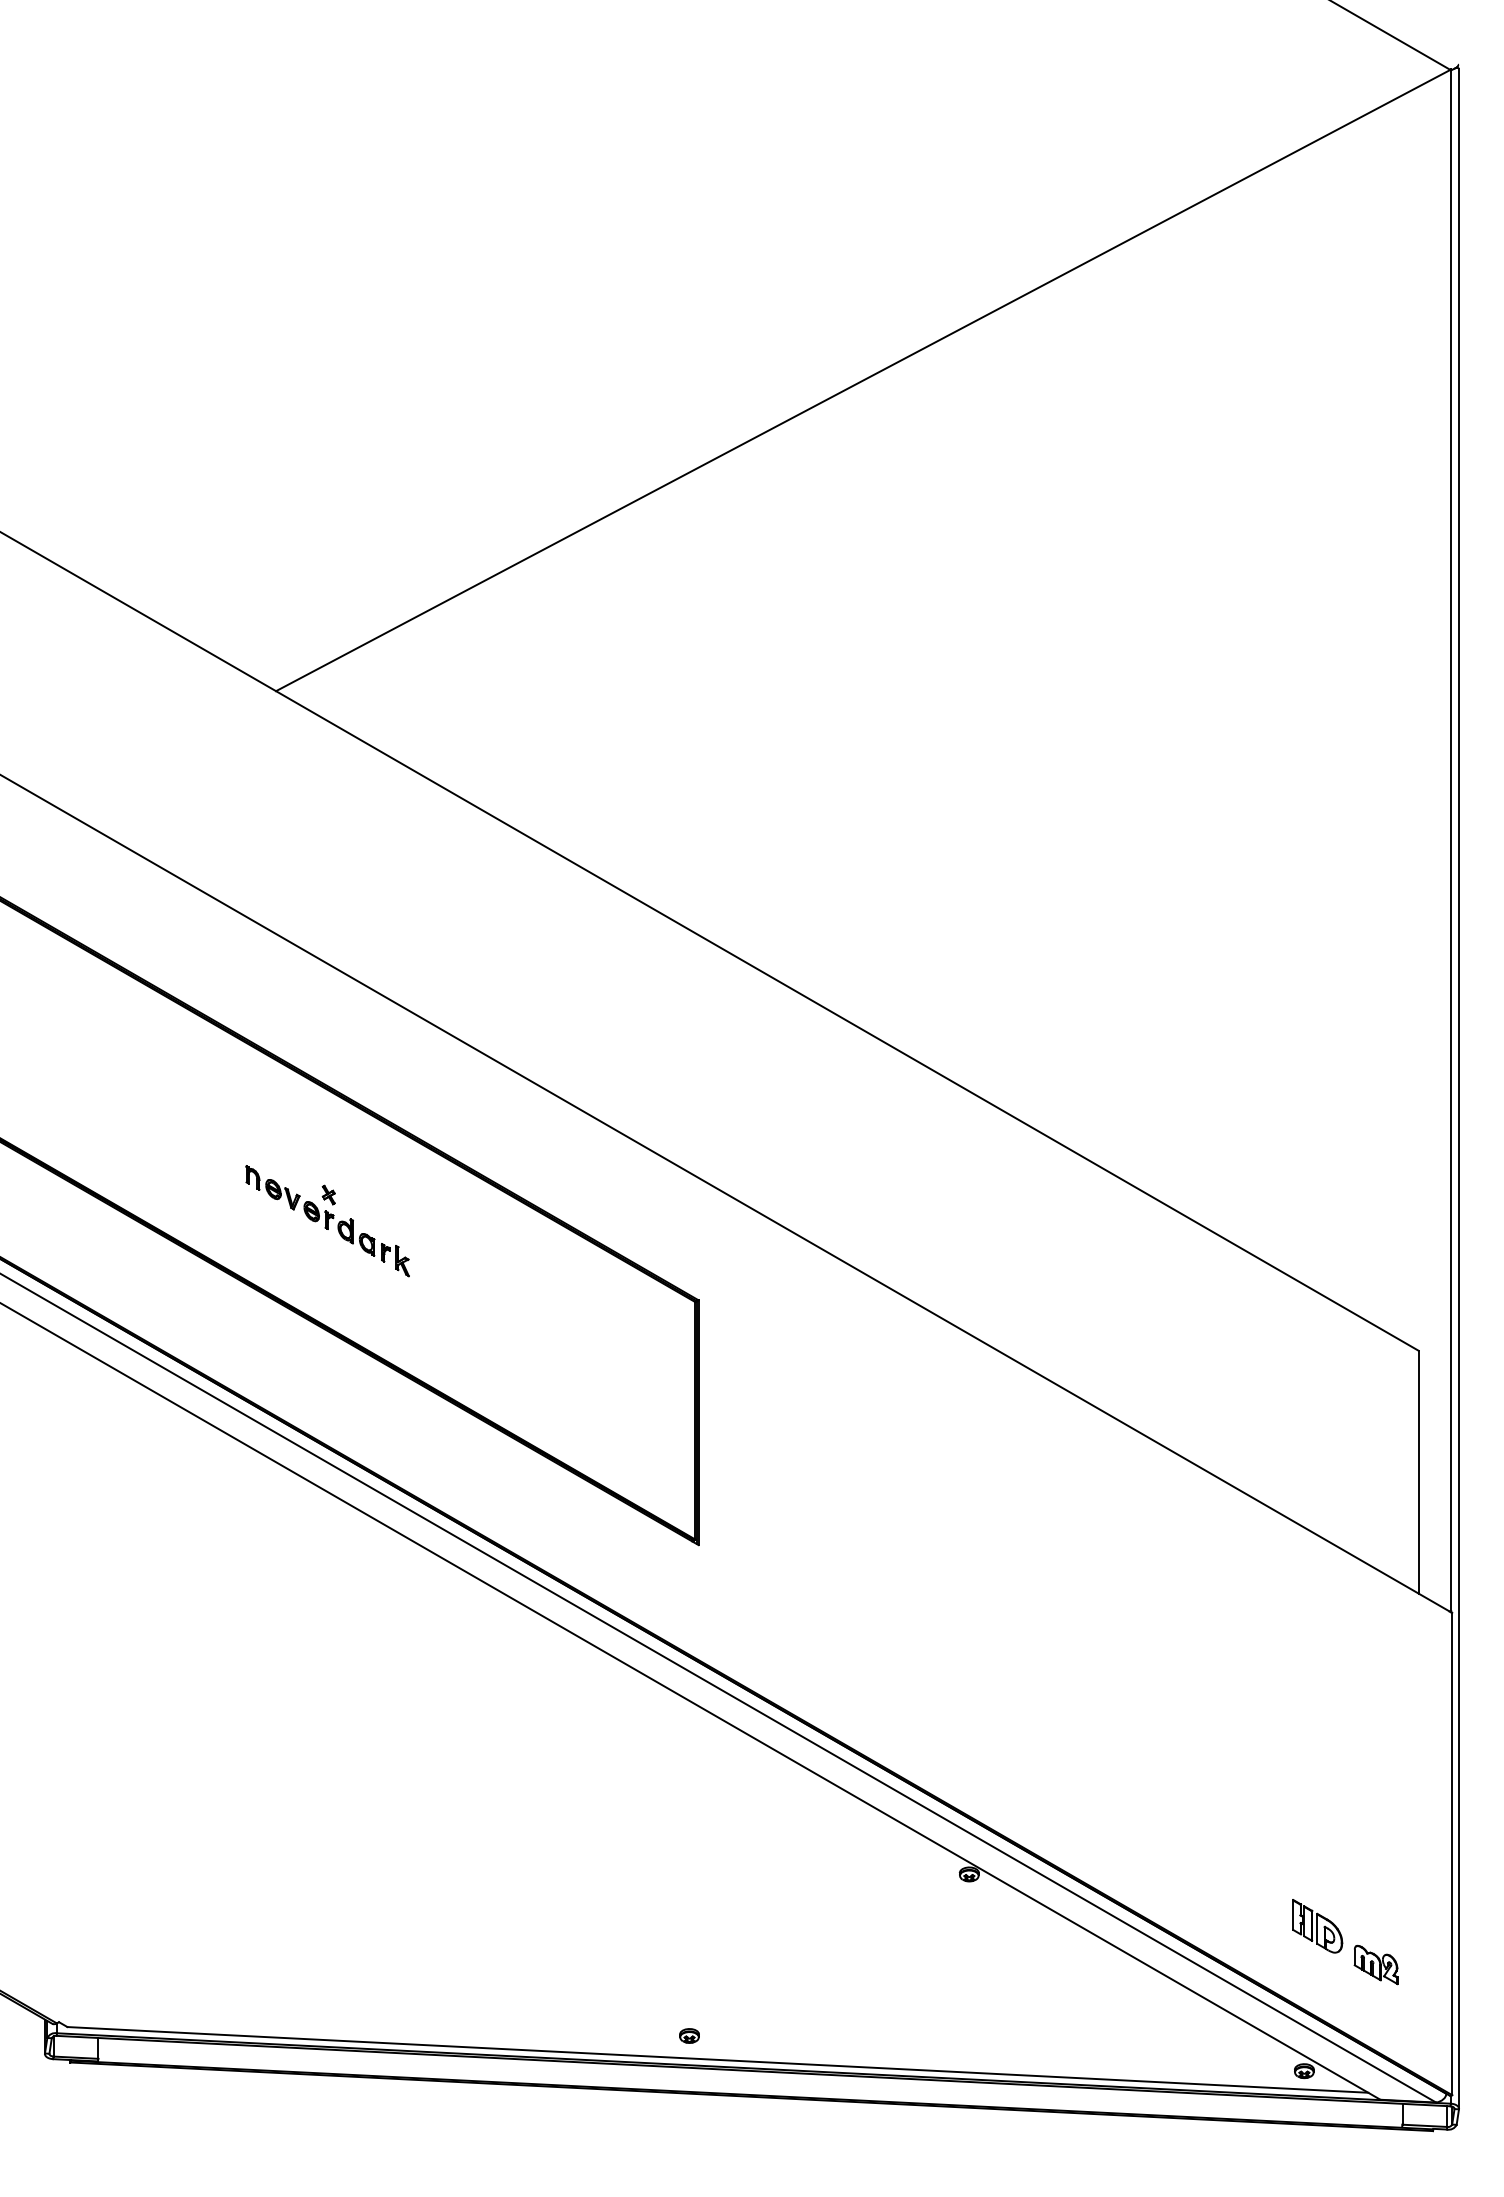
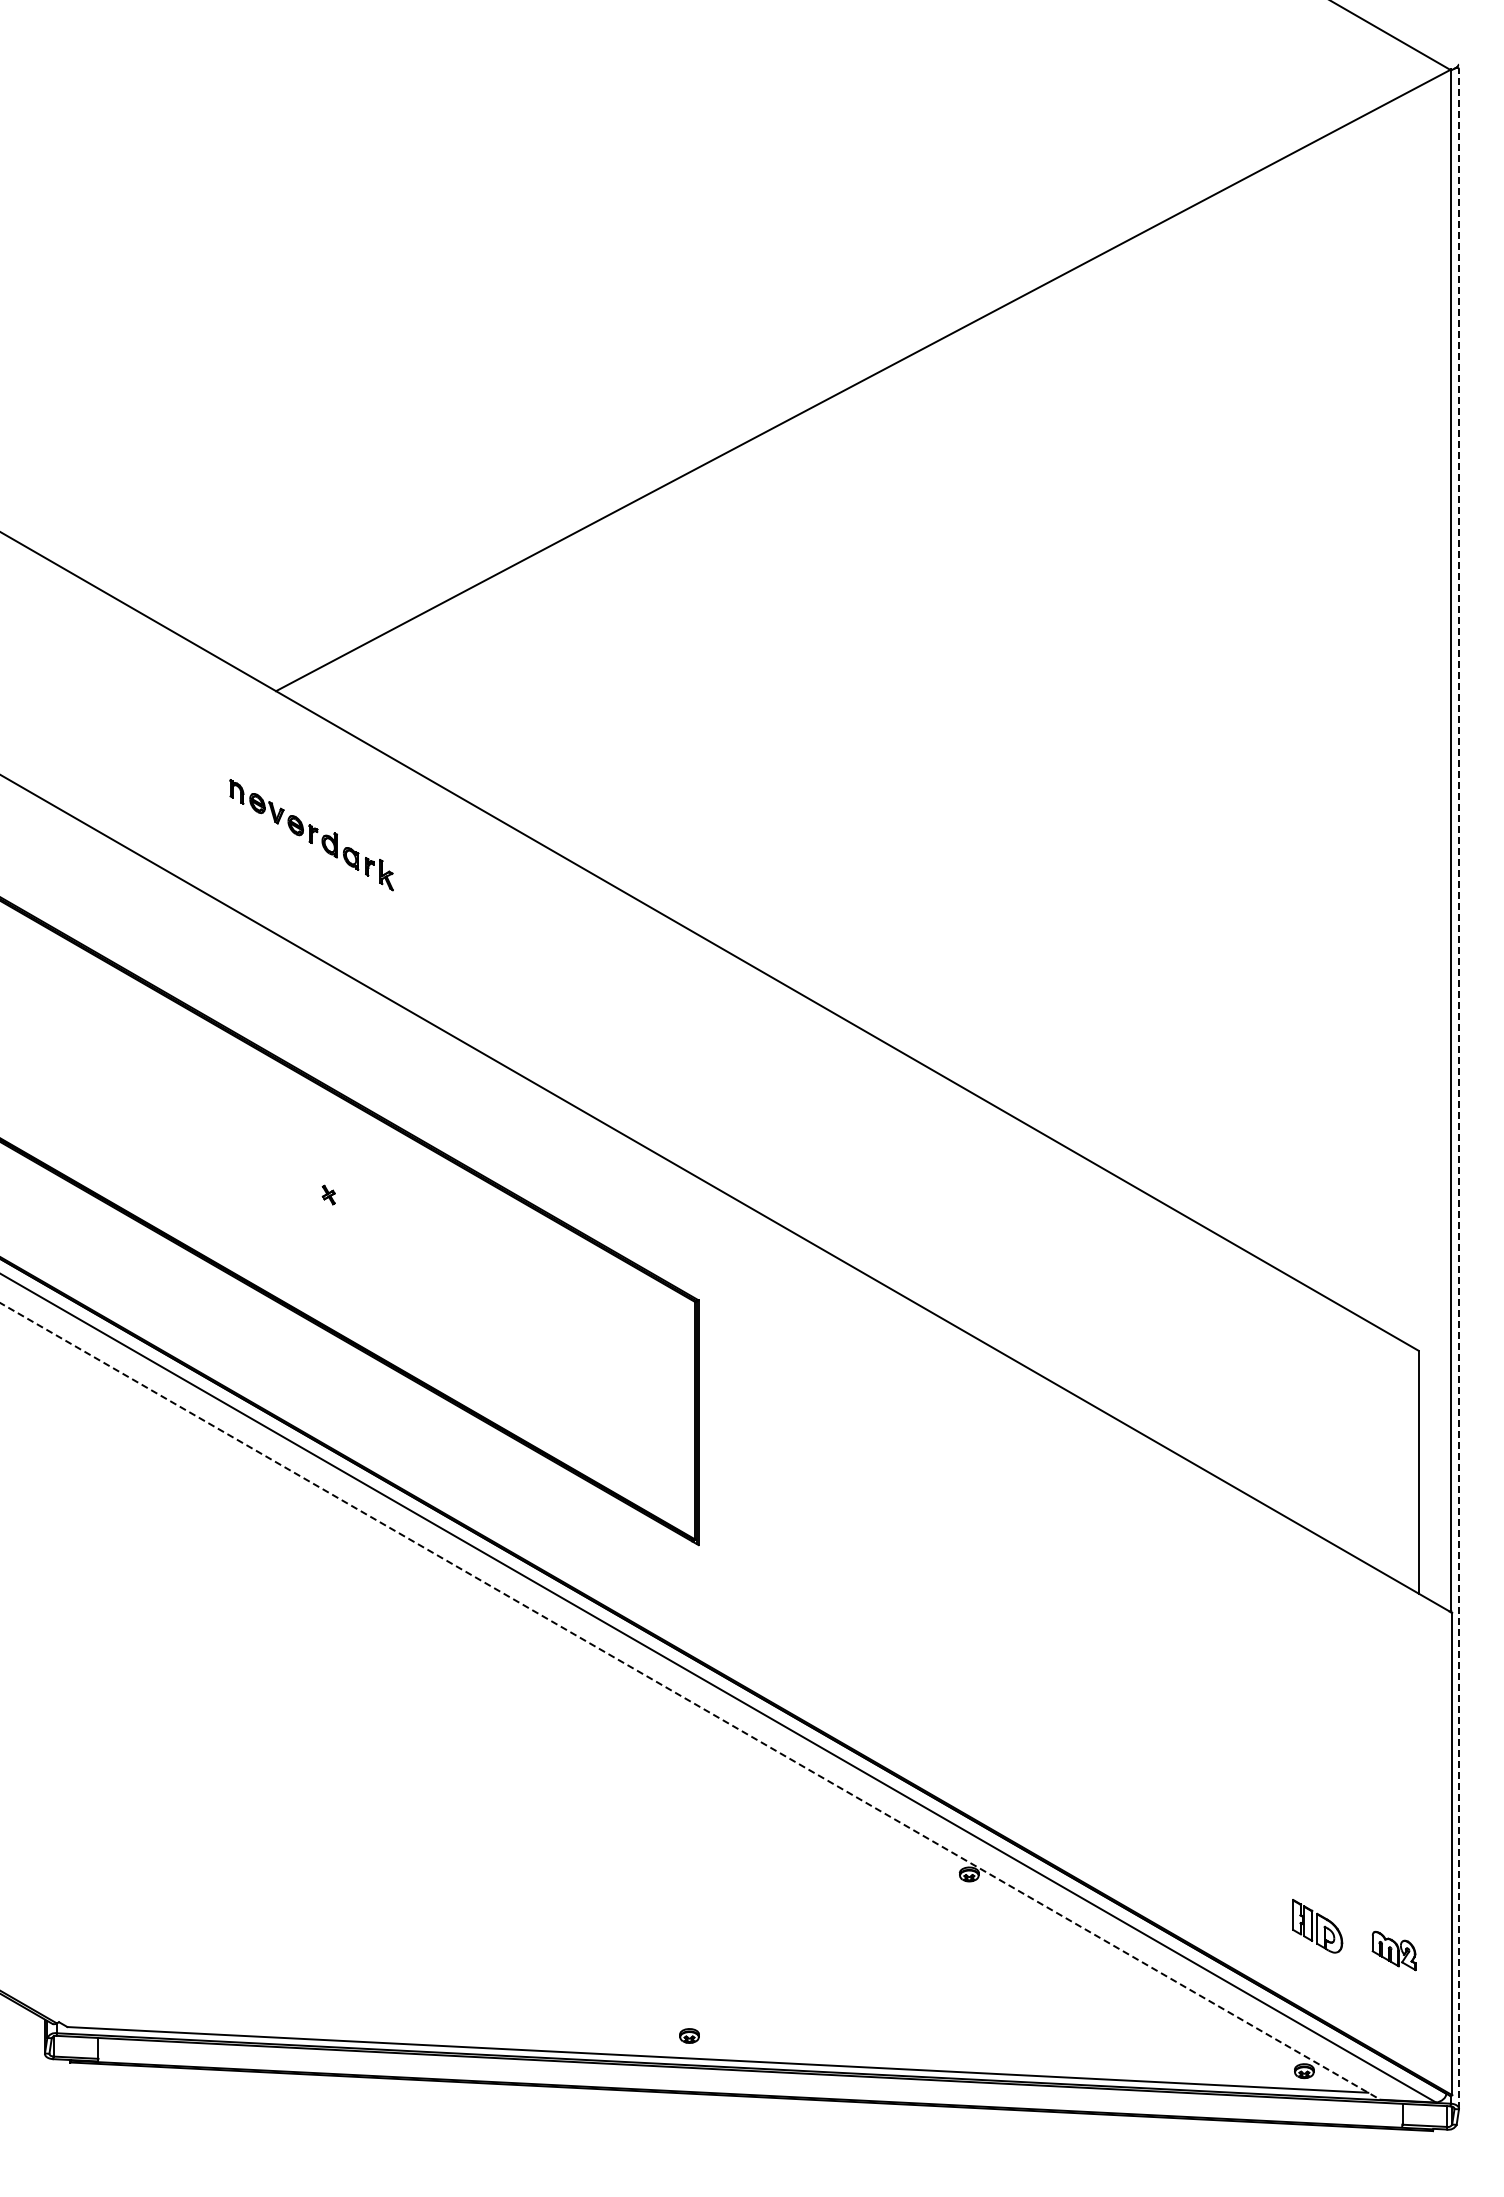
line at (1459, 1088): solid -> dashed
part at (327, 1221) position: (327, 1221) -> (311, 835)
line at (690, 1701): solid -> dashed
part at (1375, 1964) position: (1375, 1964) -> (1393, 1950)
